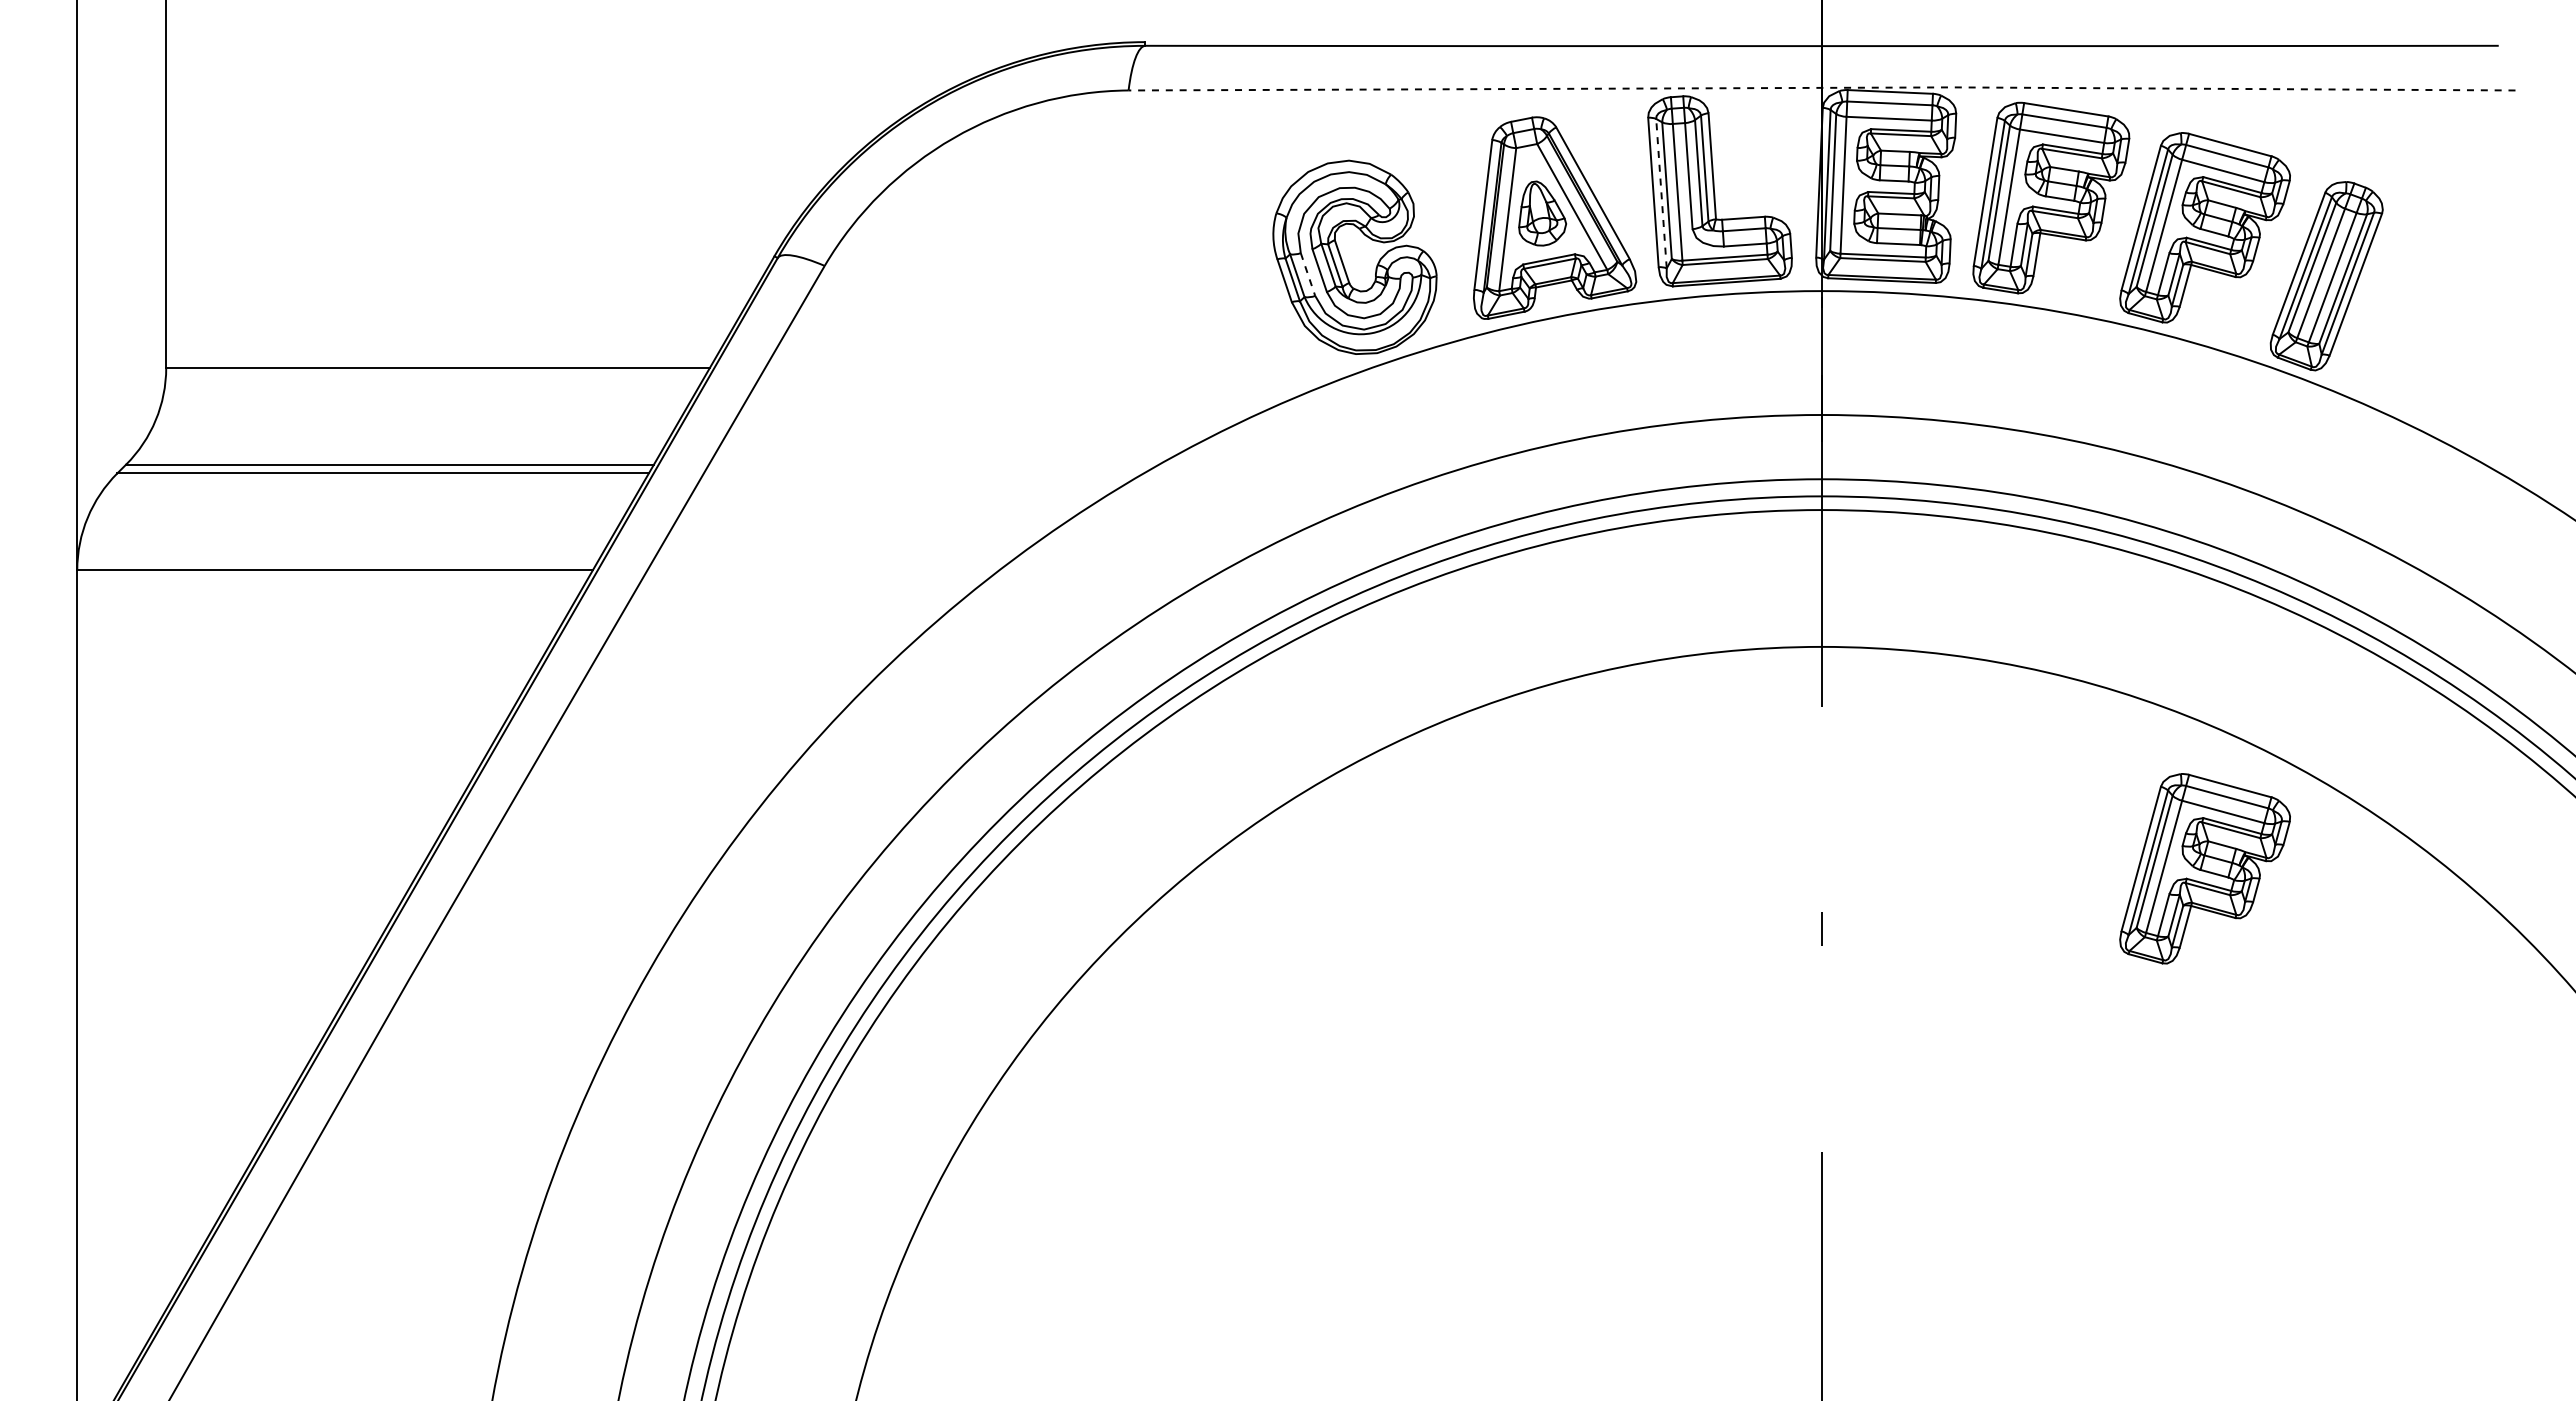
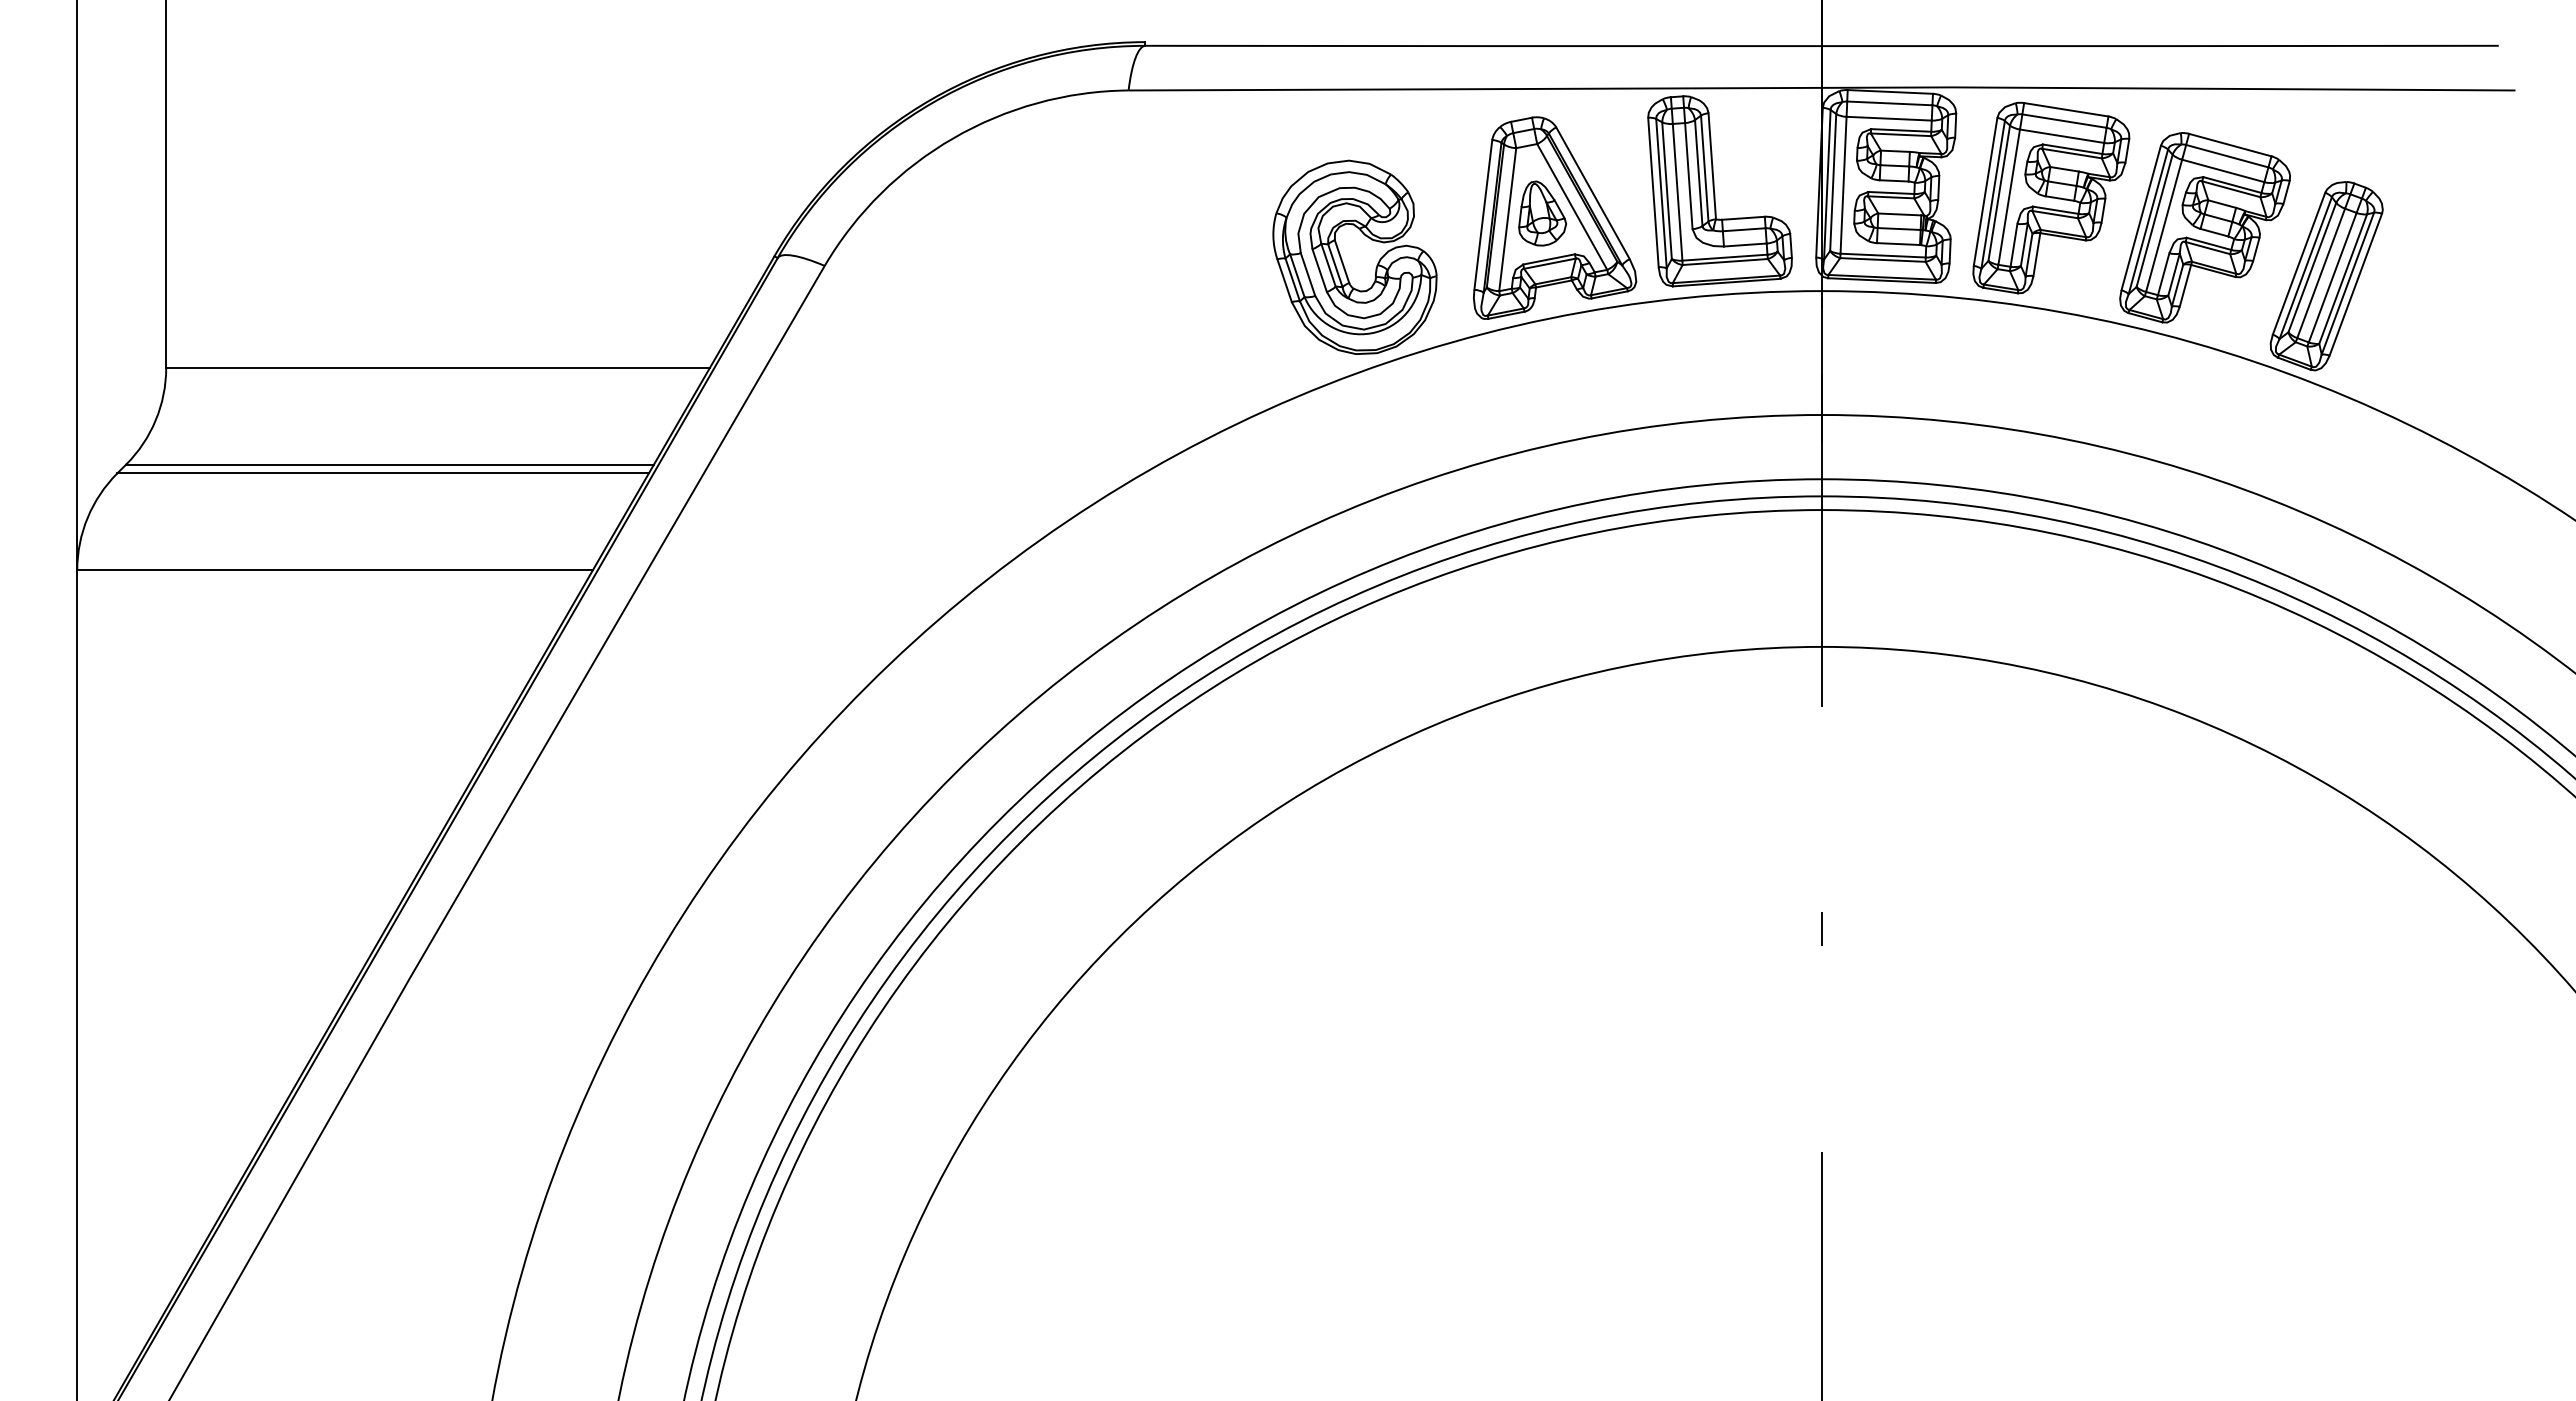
line at (1822, 87): dashed -> solid
line at (1661, 193): dashed -> solid
line at (1308, 274): dashed -> solid
part at (2204, 868): present -> none
